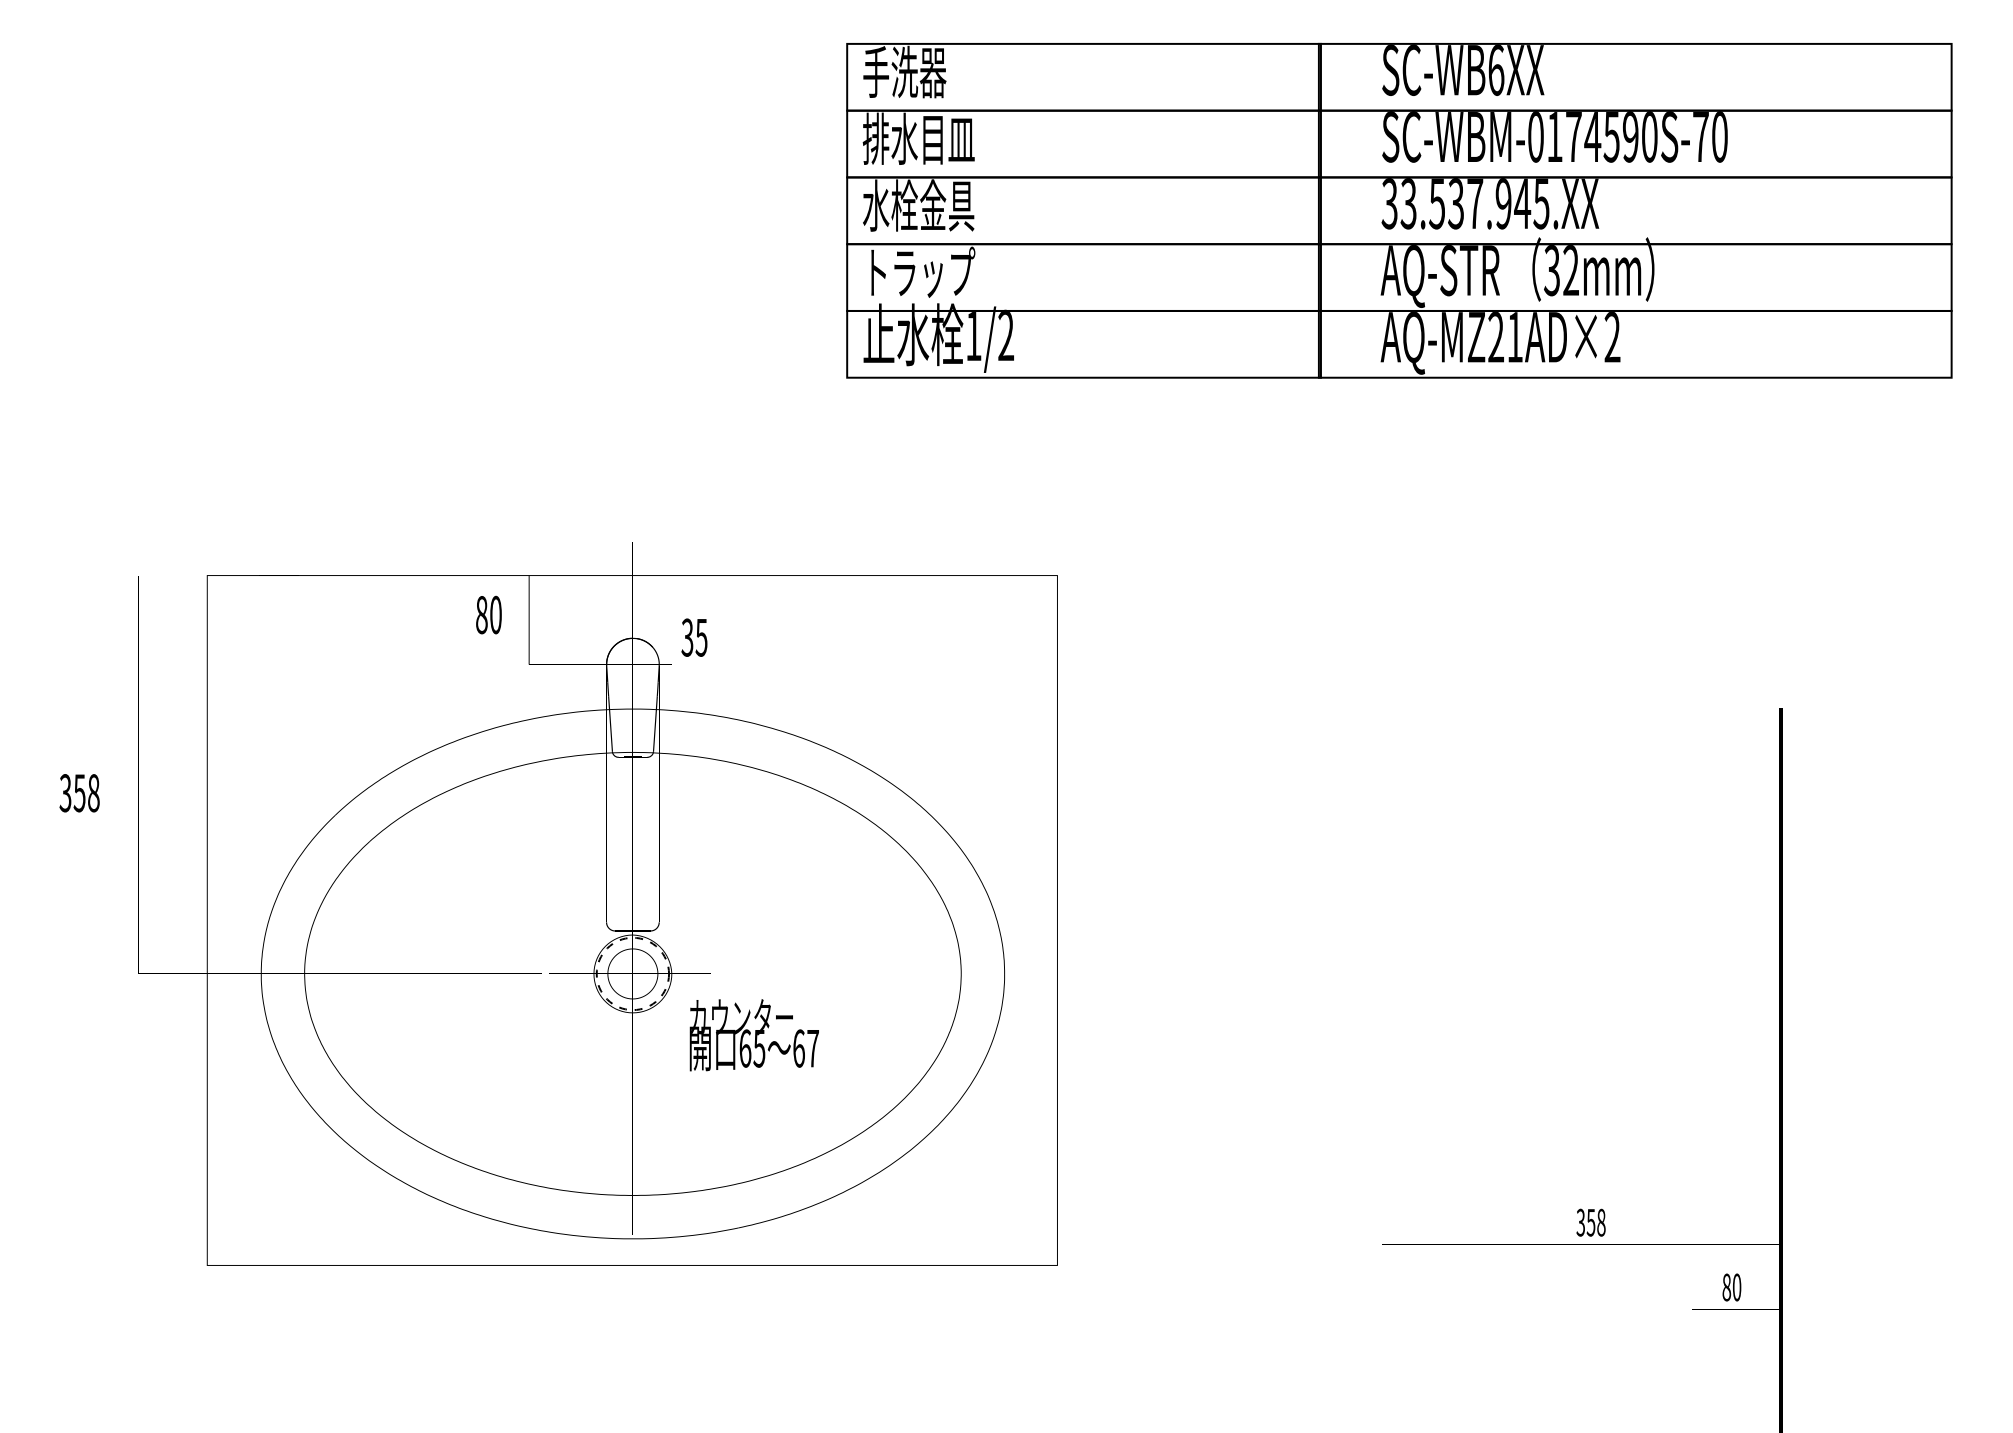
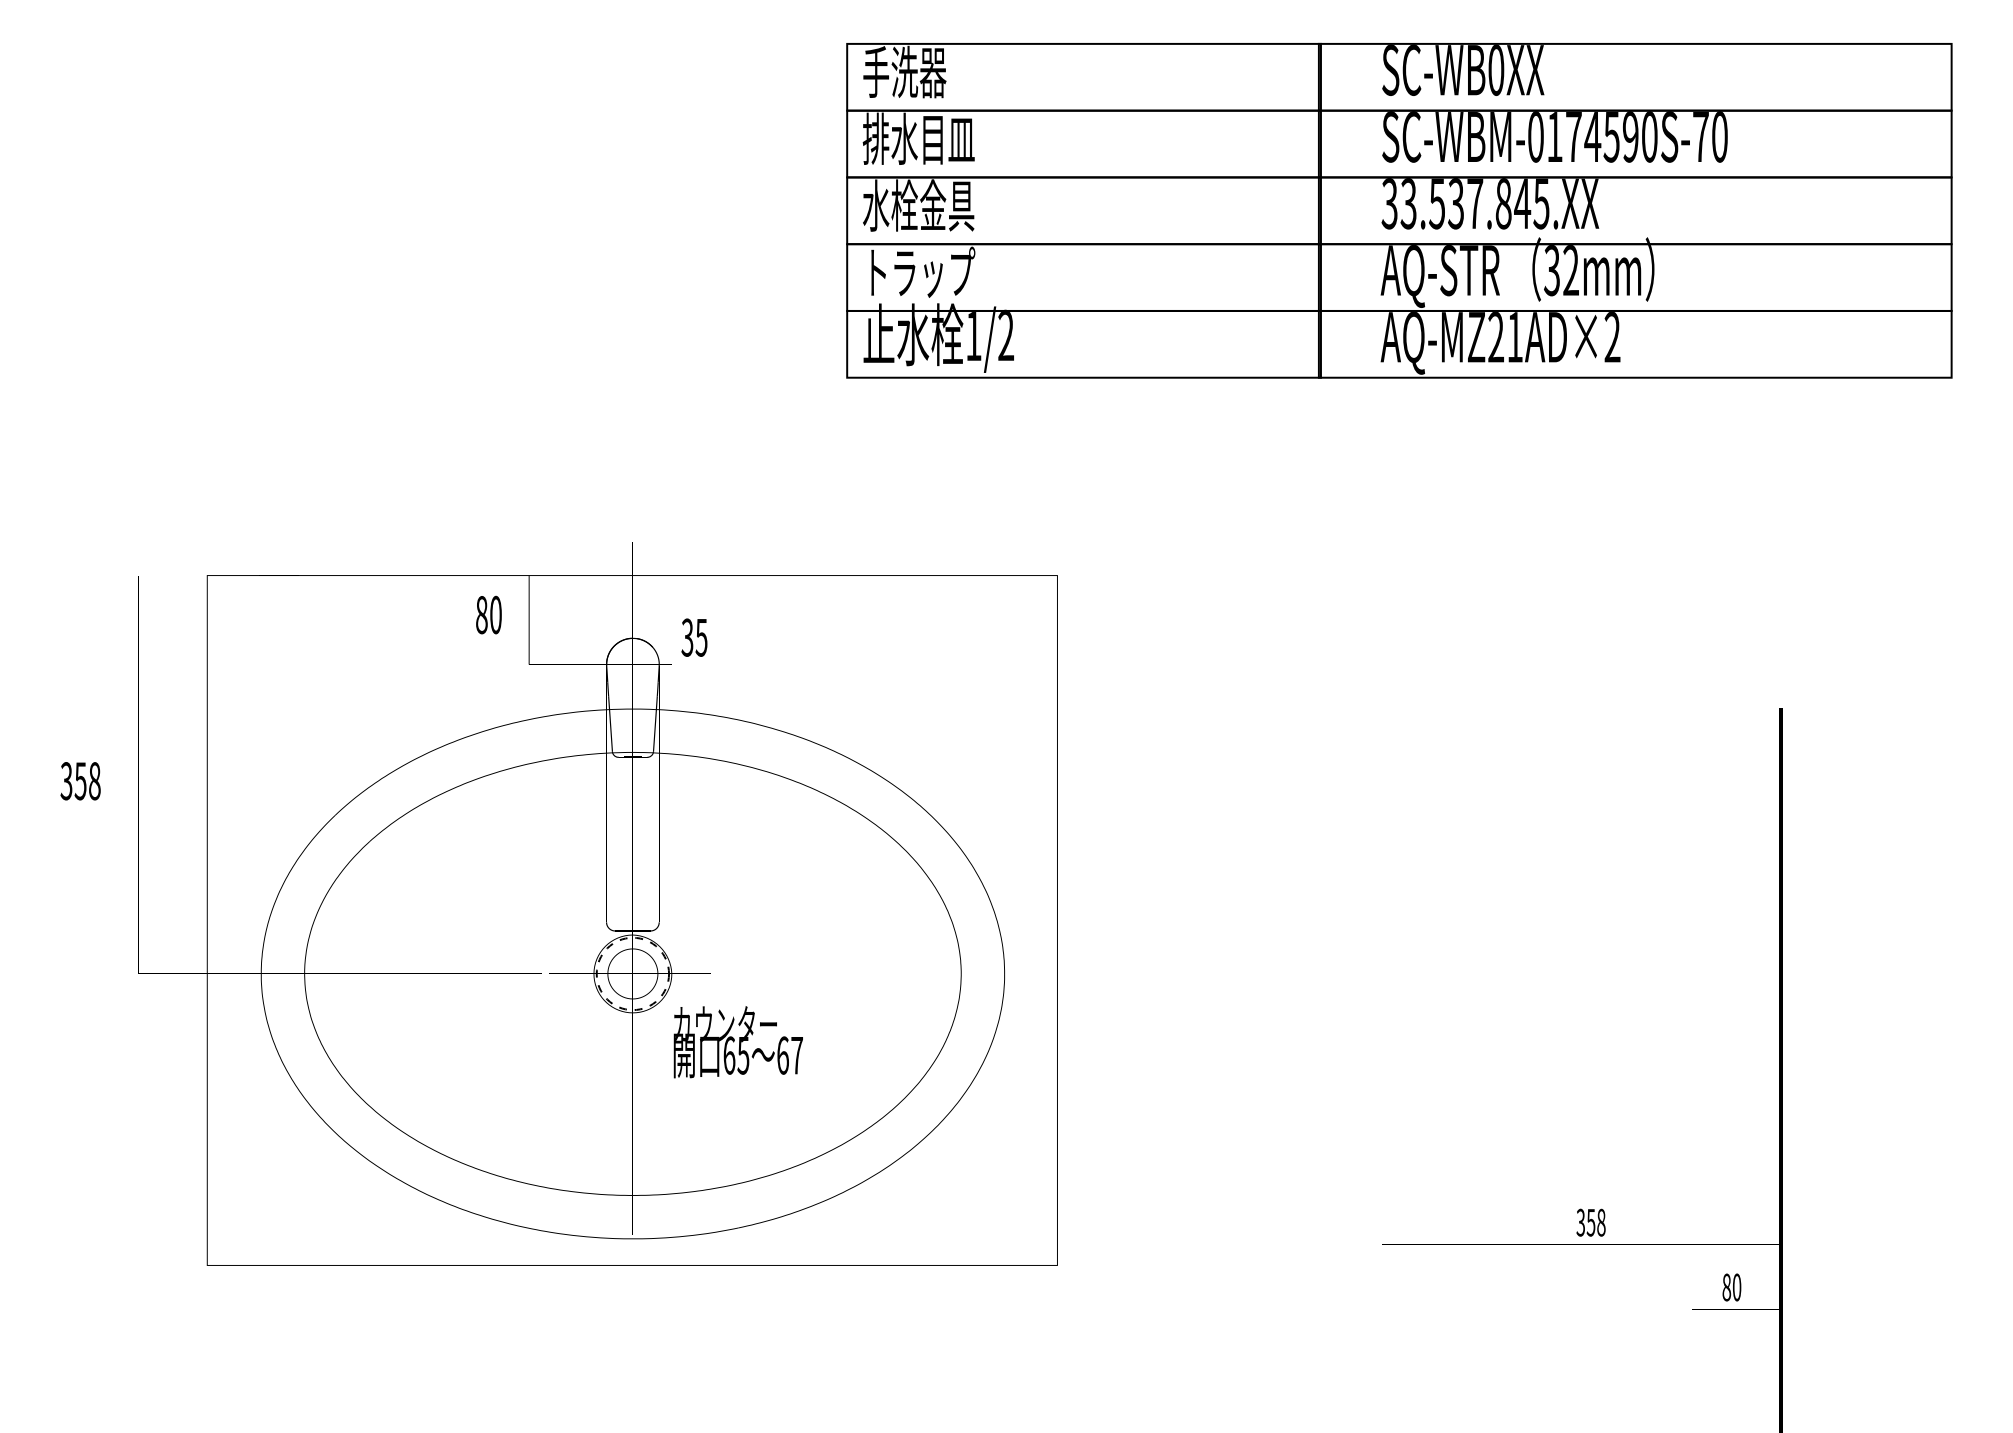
text at (1496, 70): SC-WB6XX -> SC-WB0XX
text at (1503, 203): 33.537.945.XX -> 33.537.845.XX
text at (79, 793) position: (79, 793) -> (80, 781)
text at (753, 1035) position: (753, 1035) -> (737, 1042)
